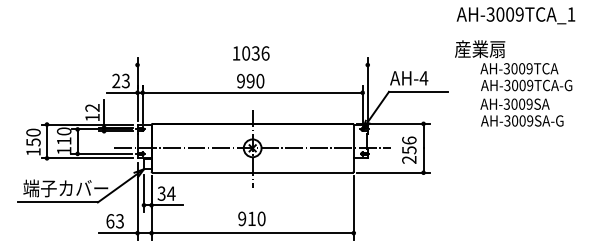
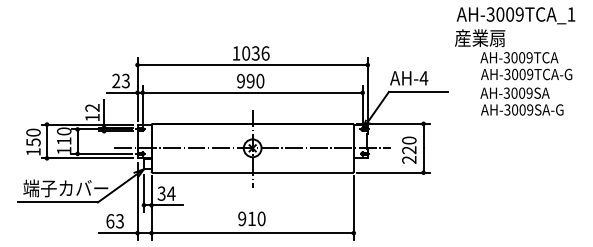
line at (252, 65): none -> present
text at (513, 83) position: (513, 83) -> (513, 72)
text at (409, 145): 256 -> 220
